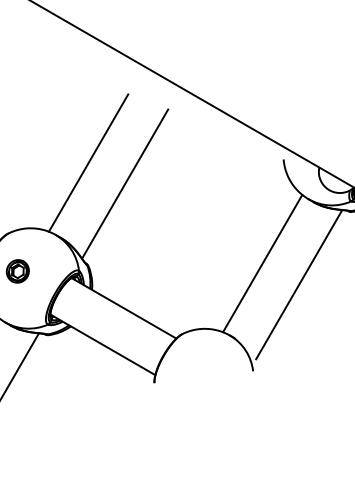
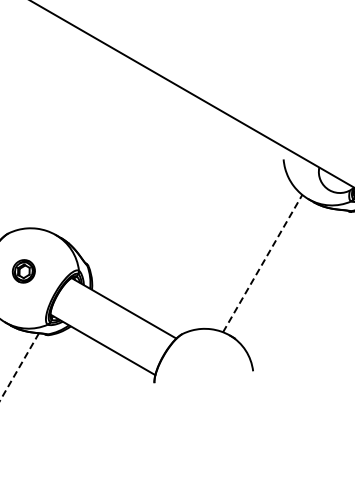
line at (88, 162): present -> none
line at (125, 183): present -> none
line at (262, 263): solid -> dashed
part at (17, 271) position: (17, 271) -> (23, 271)
line at (299, 284): present -> none
line at (19, 366): solid -> dashed
